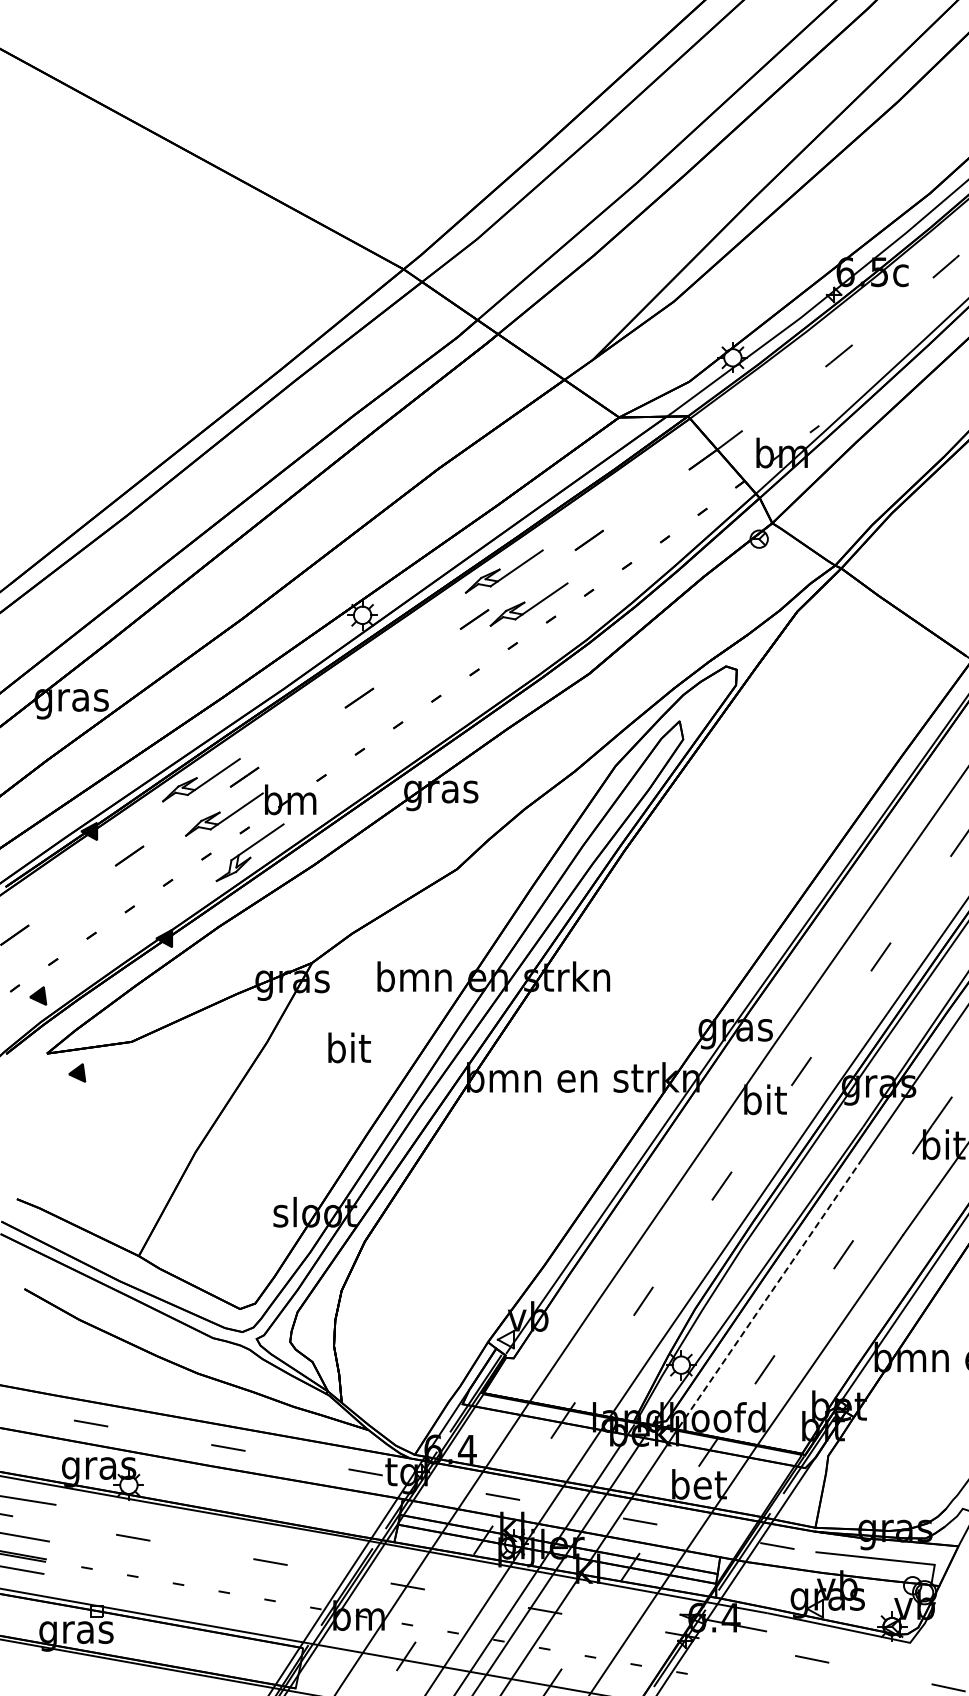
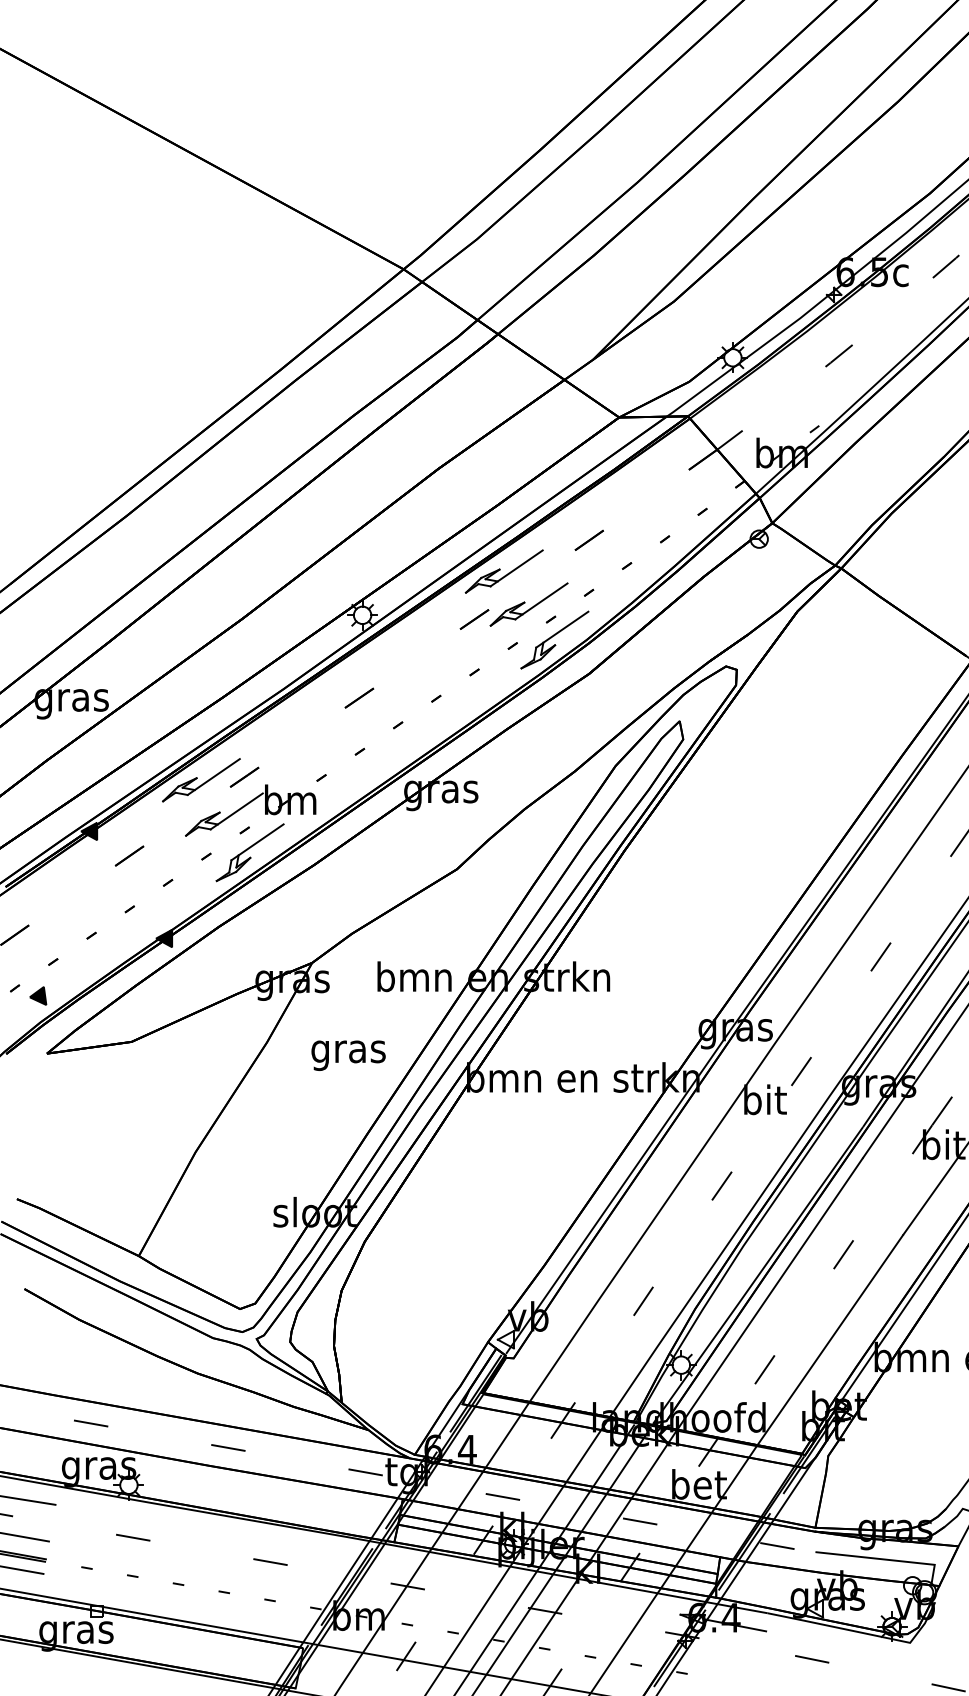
part at (554, 639): none -> present
text at (348, 1051): bit -> gras
part at (77, 1072): present -> none
line at (769, 1294): dashed -> solid
